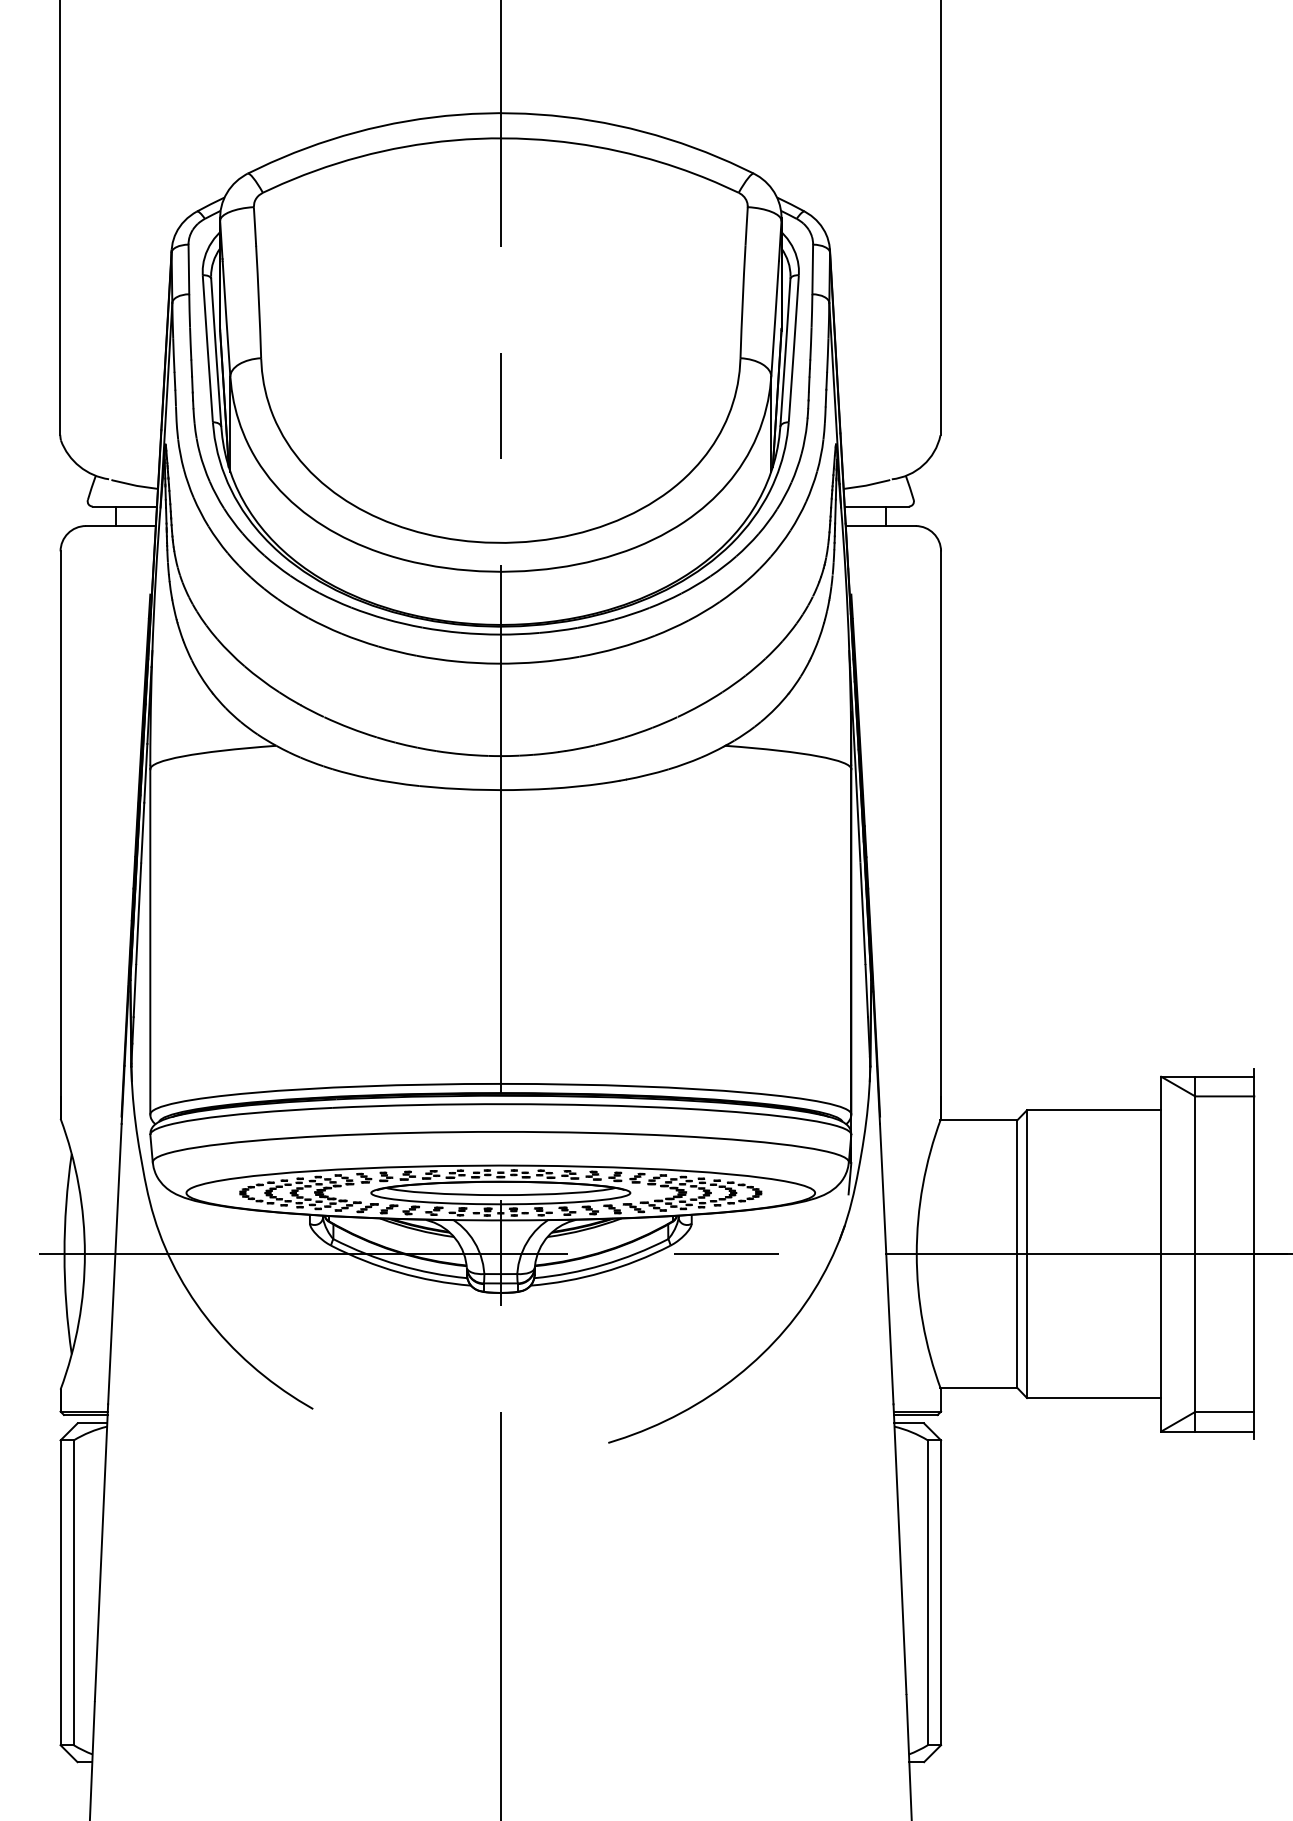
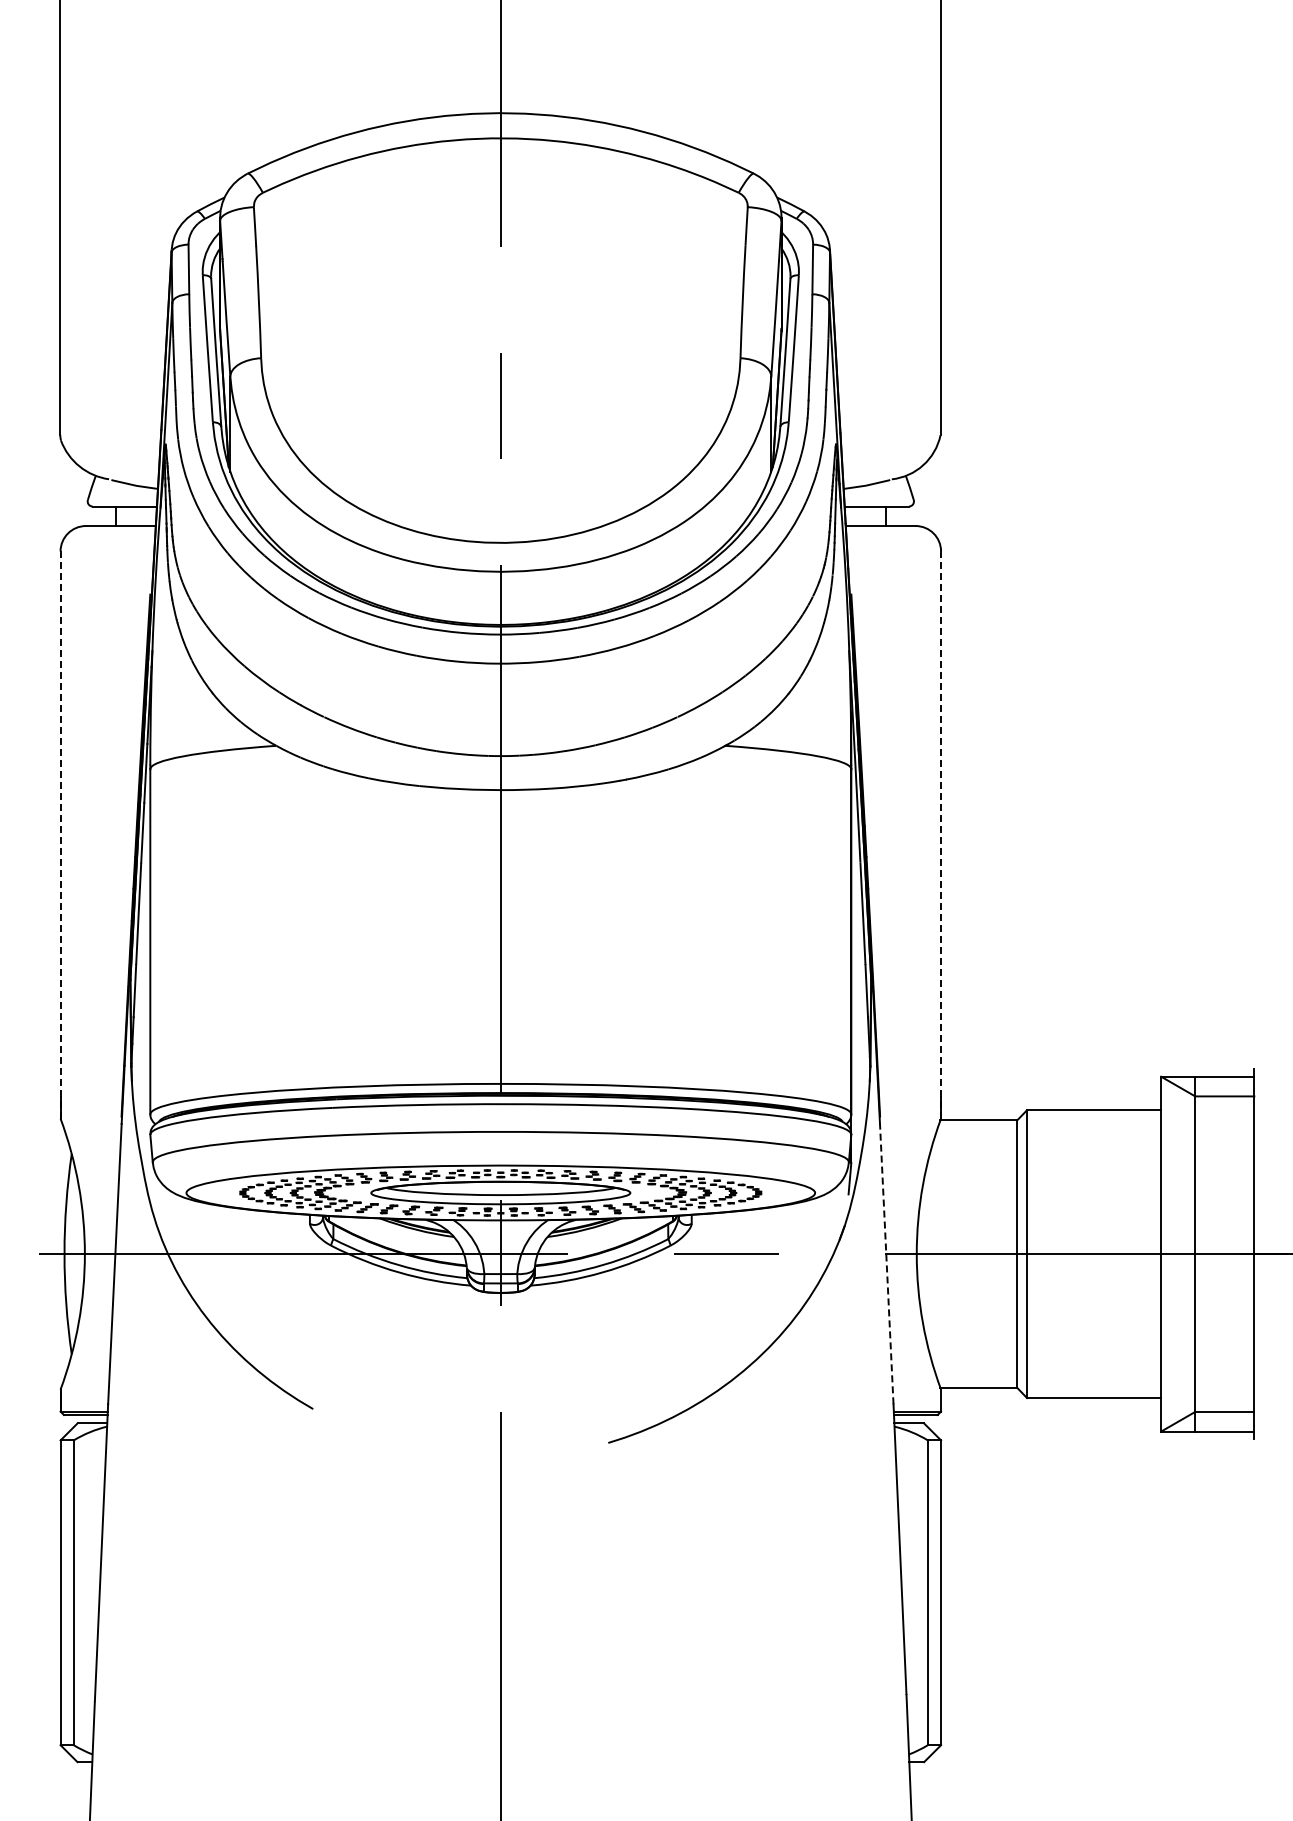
line at (60, 835): solid -> dashed
line at (941, 835): solid -> dashed
line at (886, 1263): solid -> dashed
